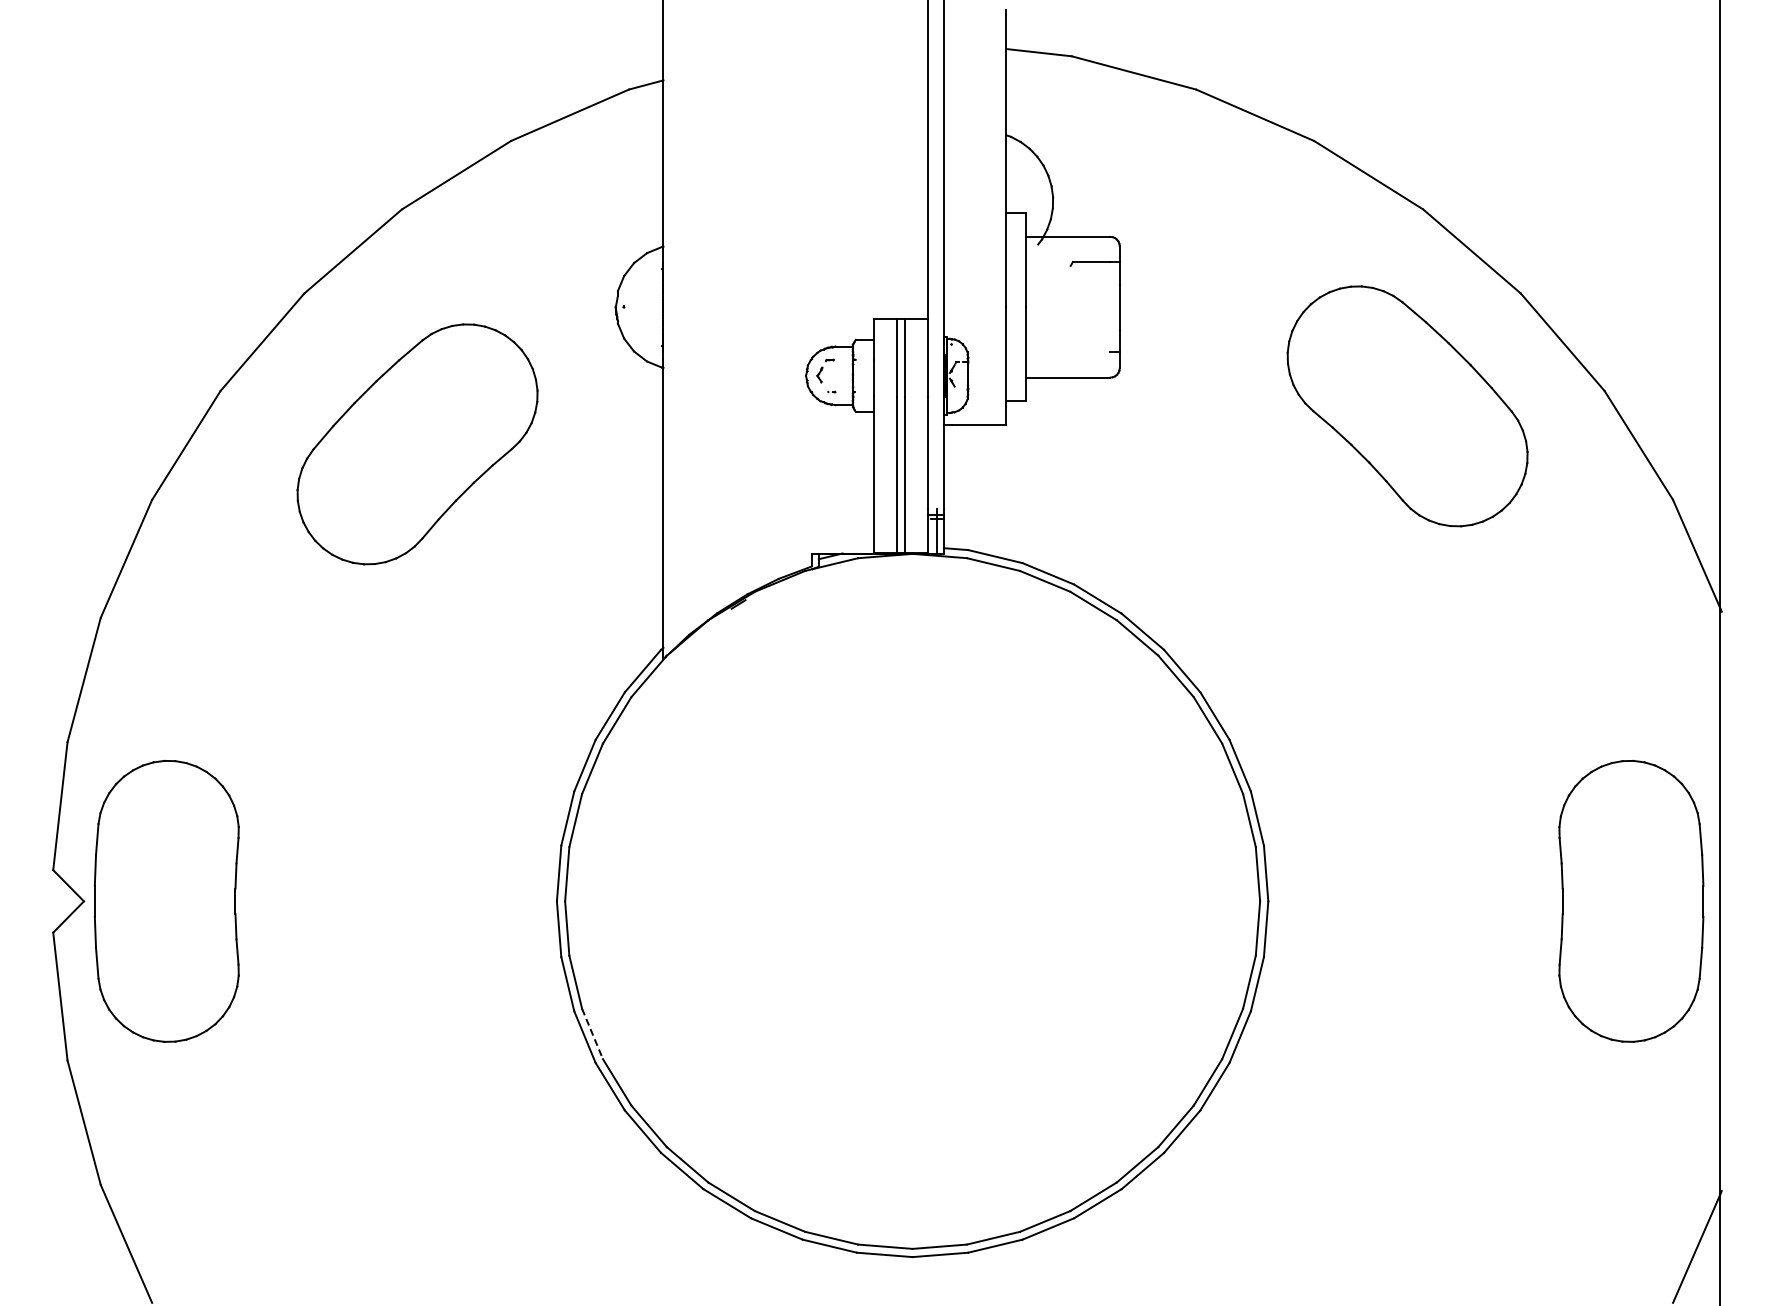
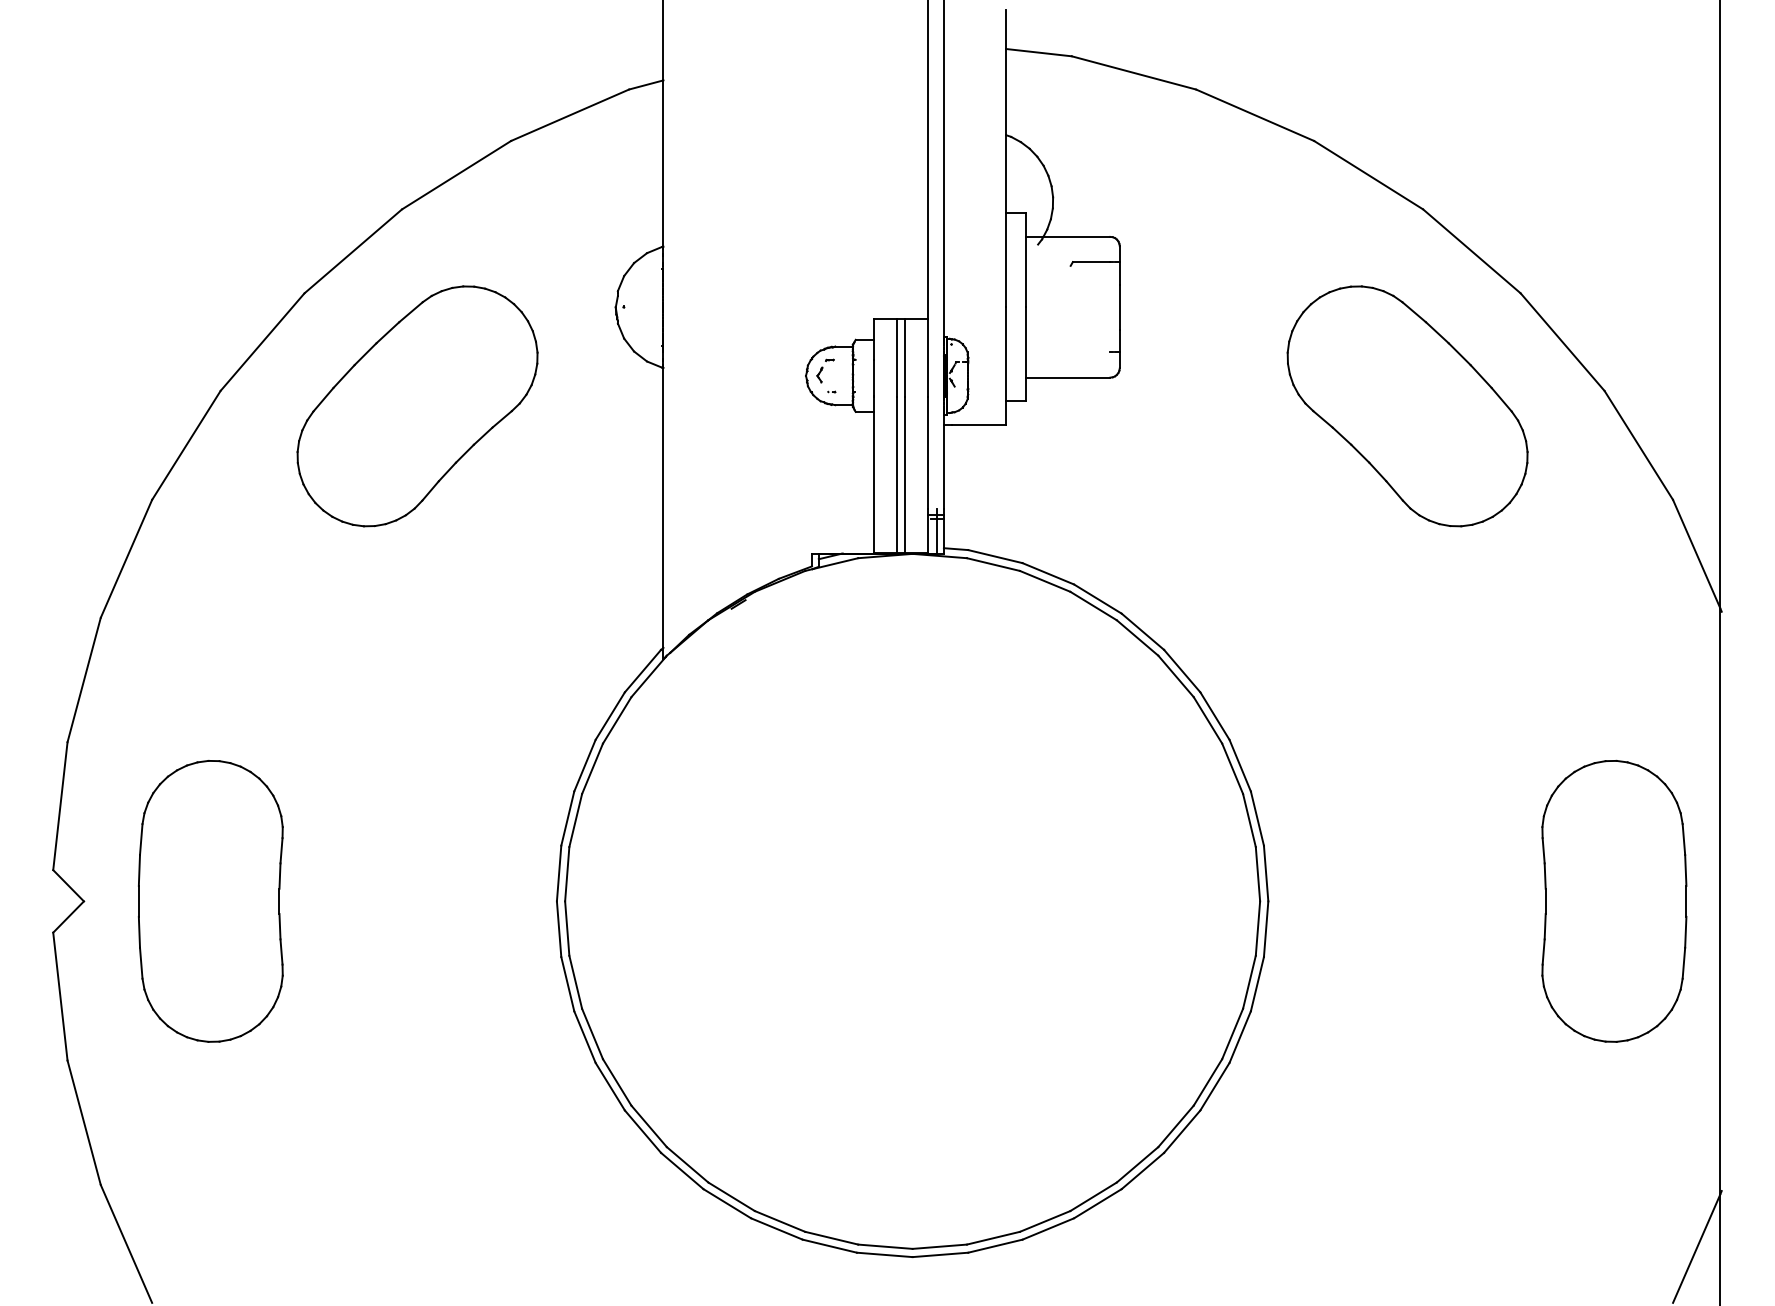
part at (417, 444) position: (417, 444) -> (417, 406)
part at (1631, 900) position: (1631, 900) -> (1614, 900)
part at (166, 901) position: (166, 901) -> (210, 901)
line at (592, 1034): dashed -> solid
